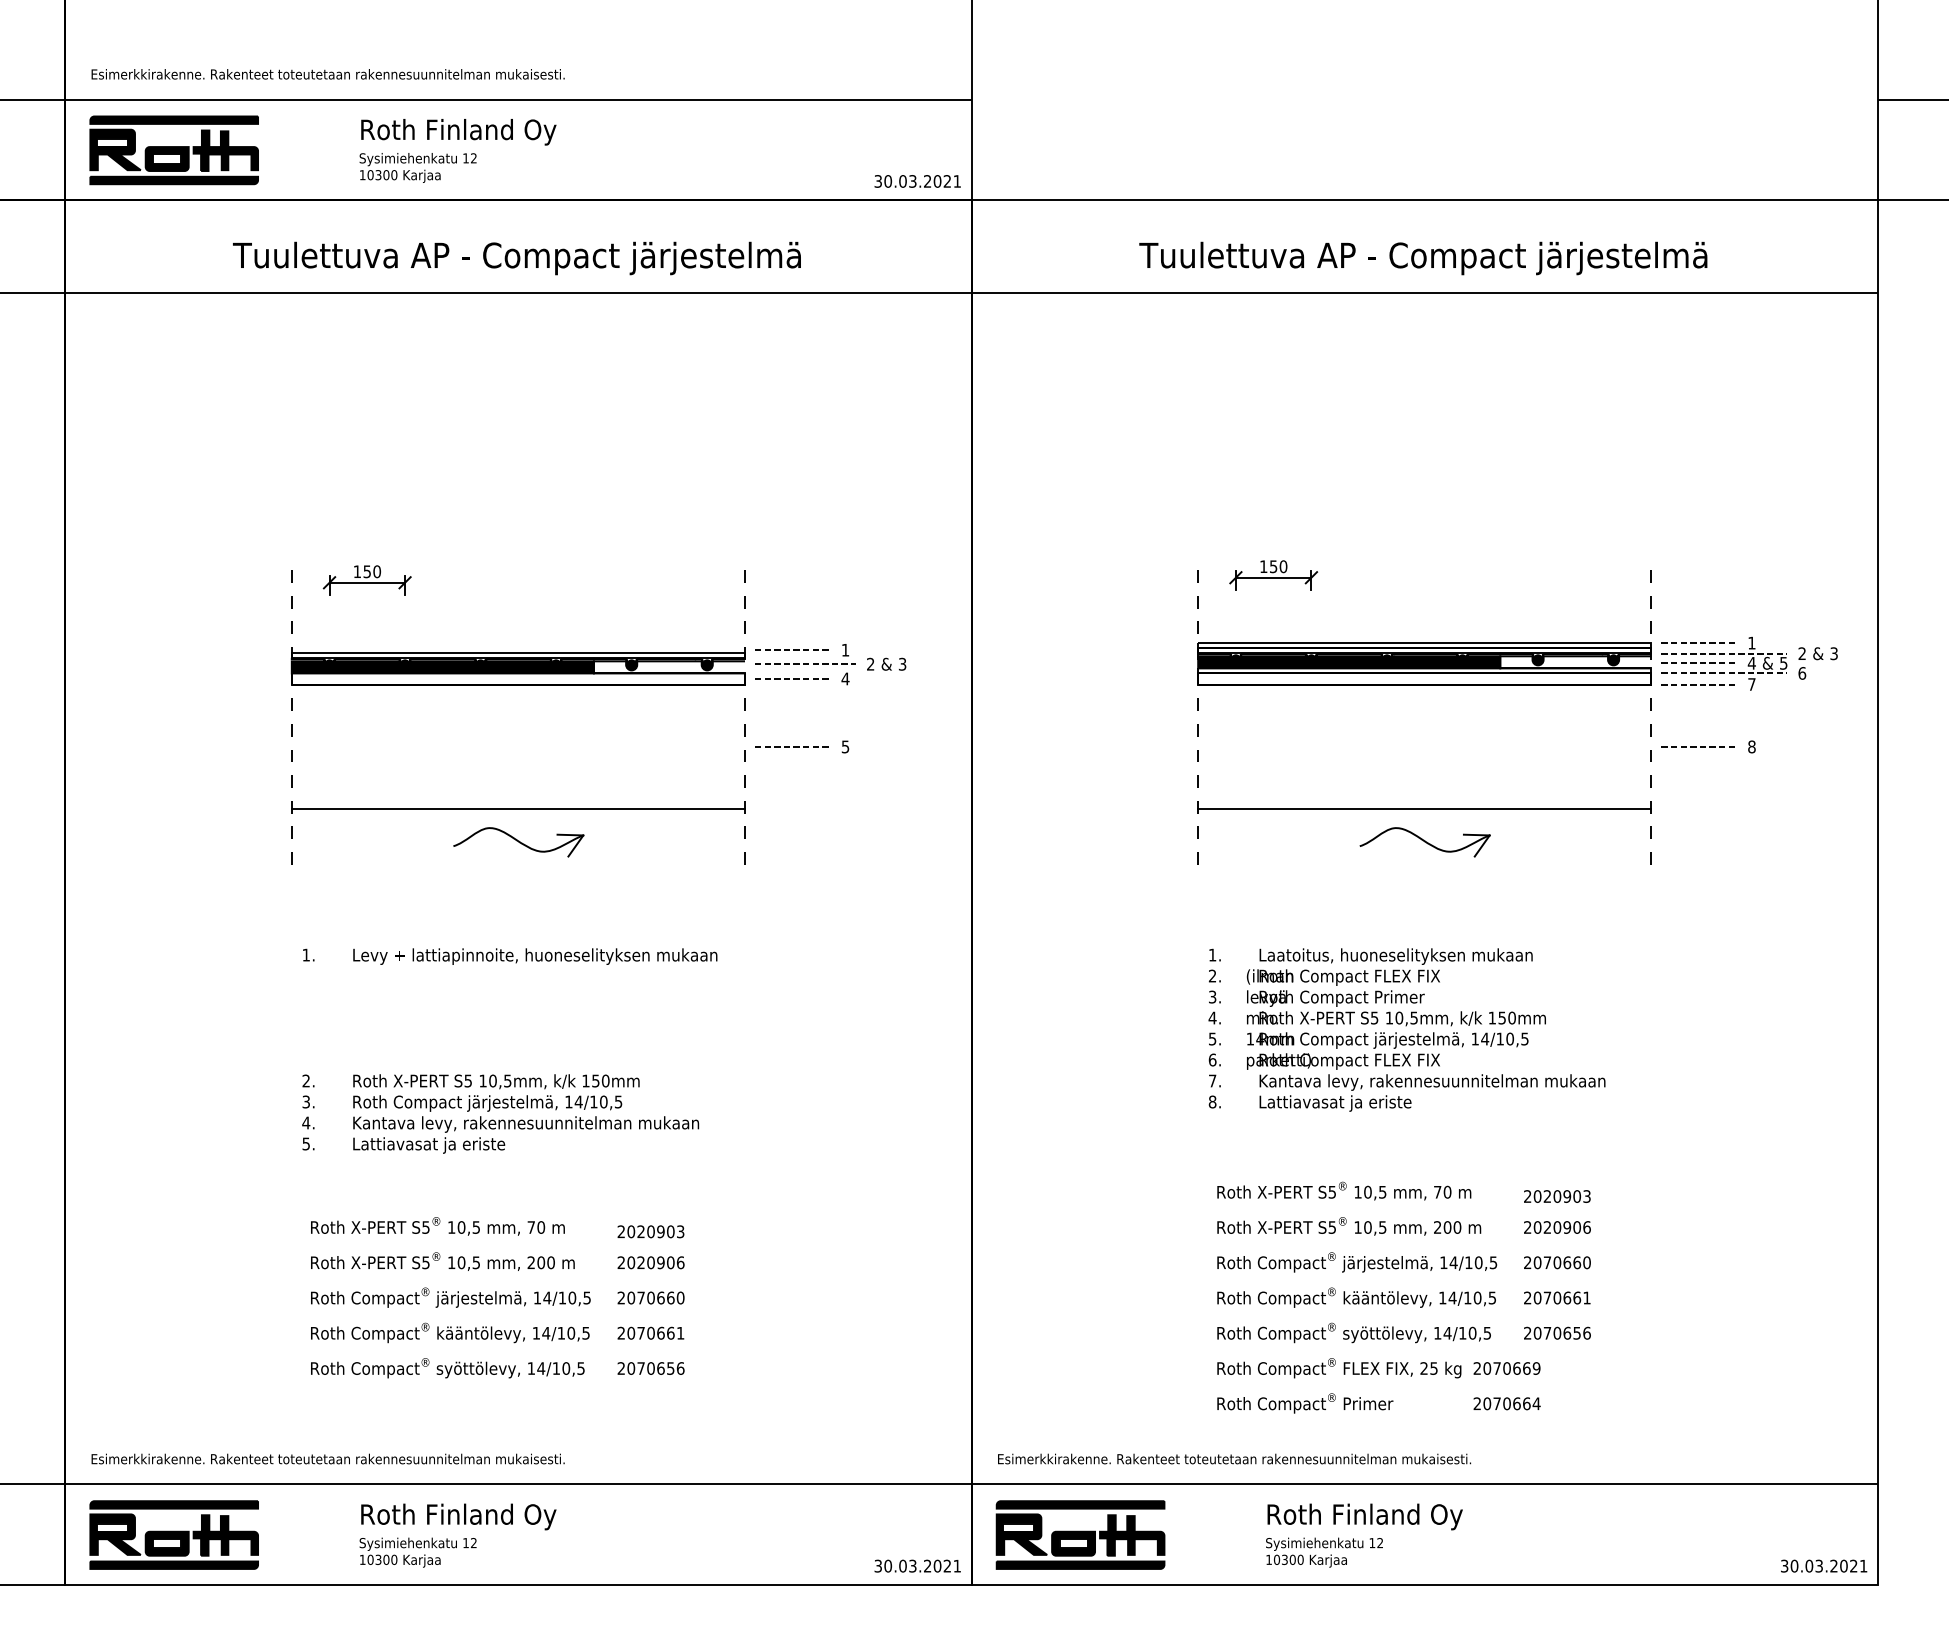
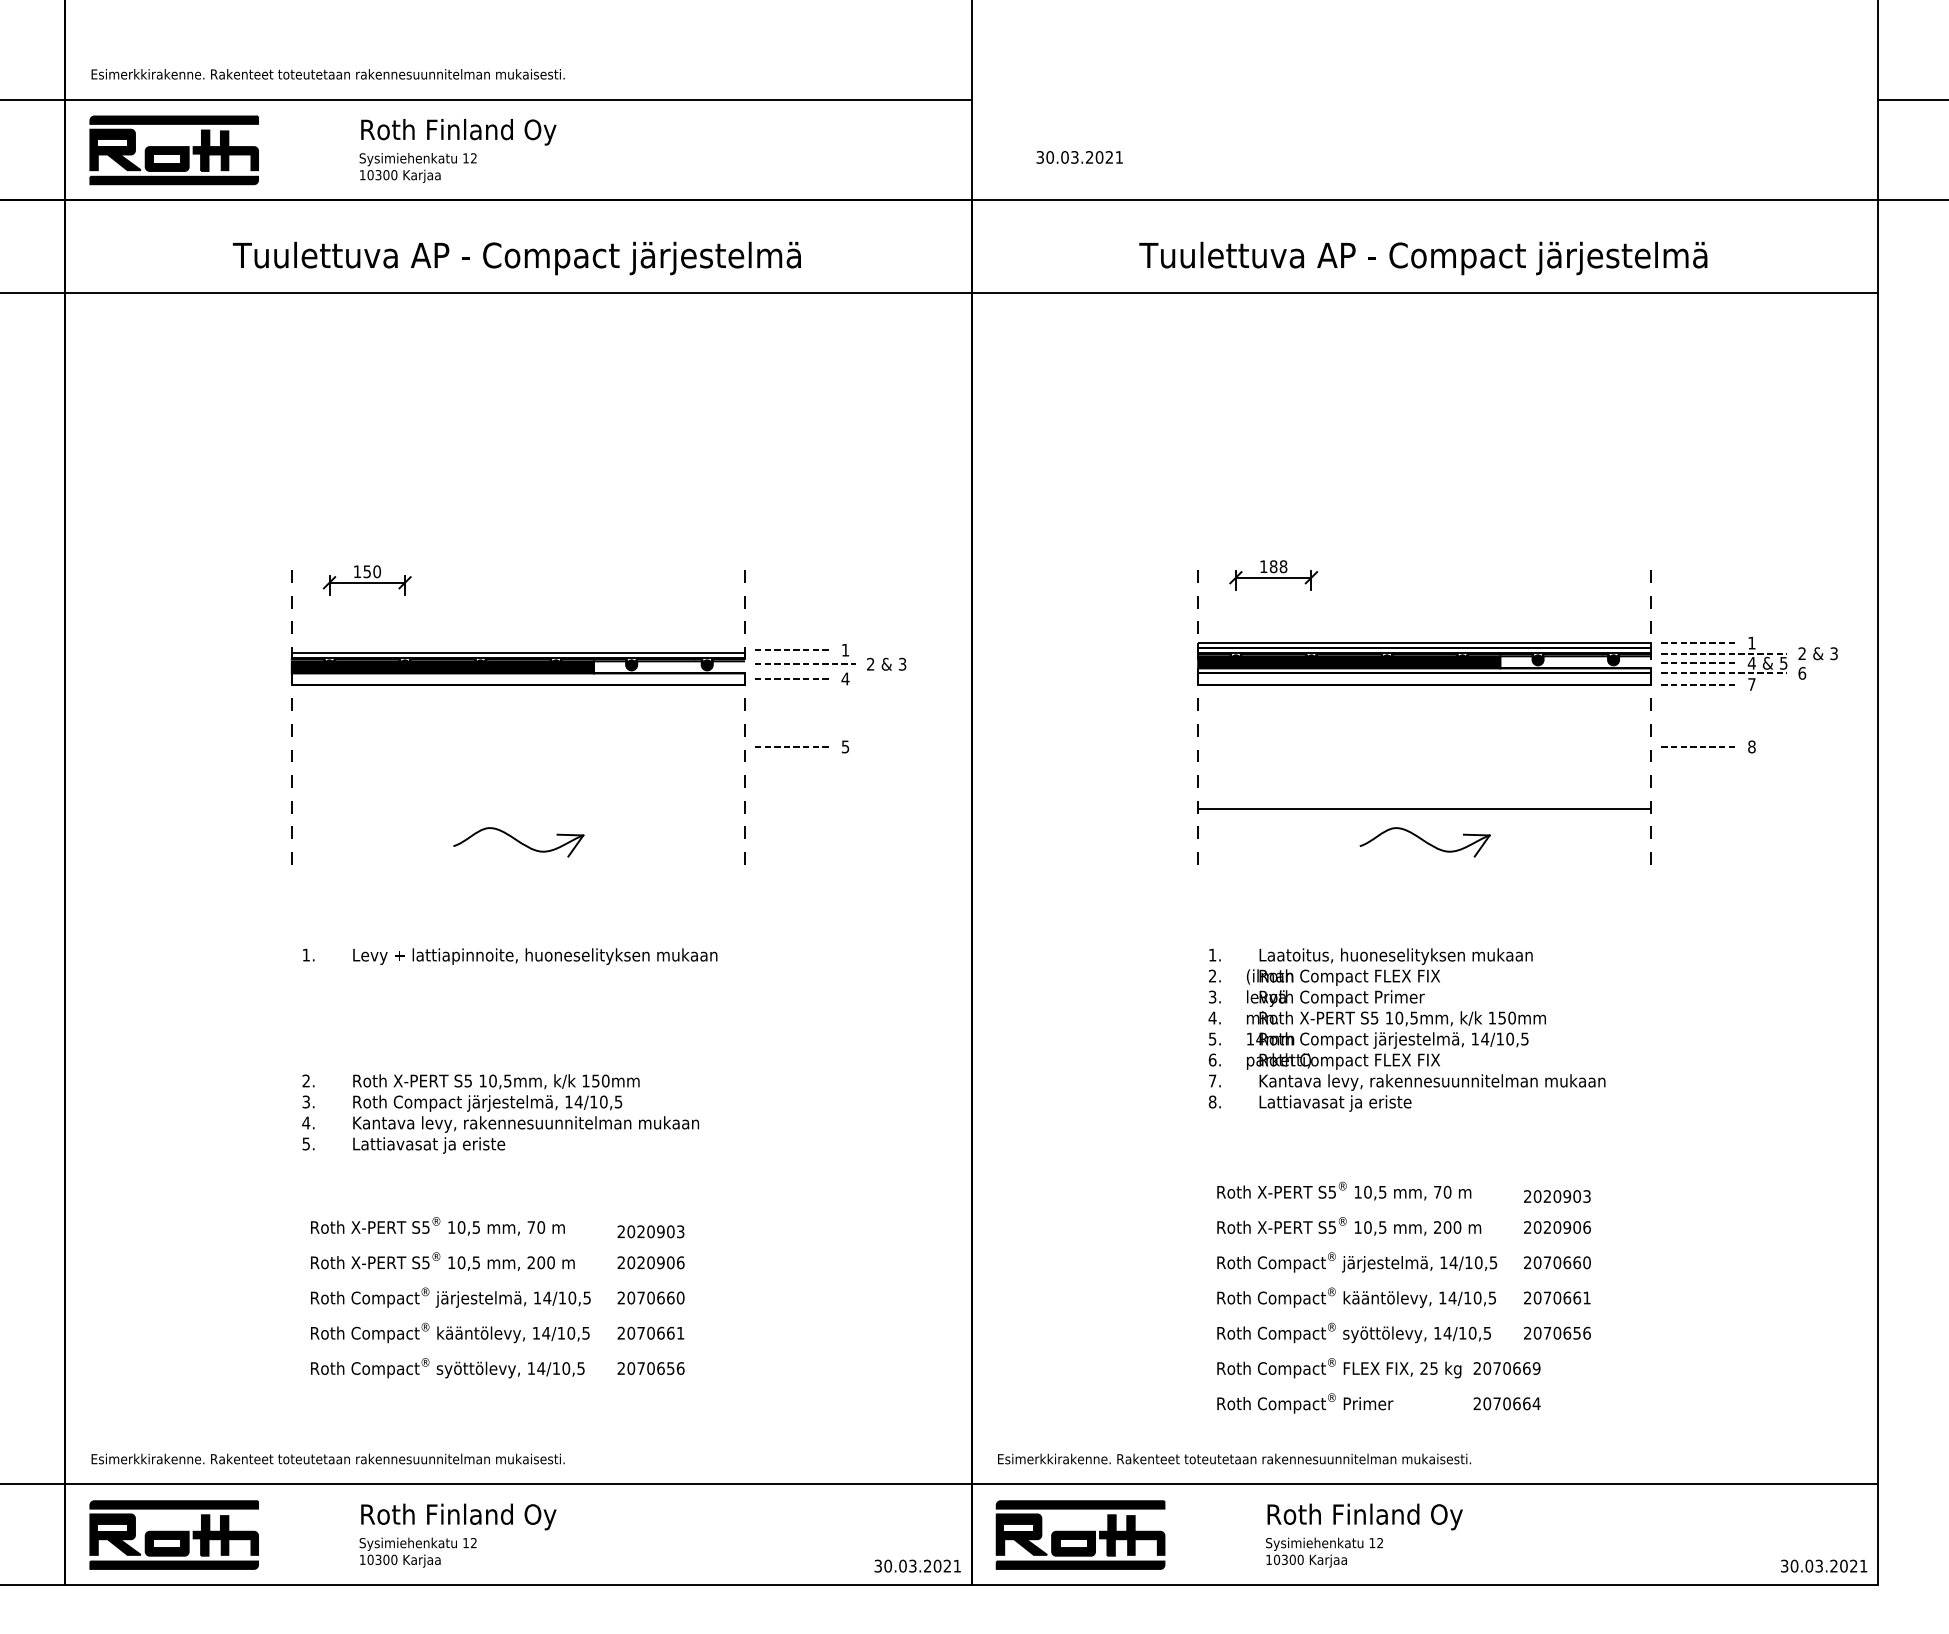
text at (917, 181) position: (917, 181) -> (1079, 157)
text at (1278, 566): 150 -> 188
line at (517, 809): present -> none
